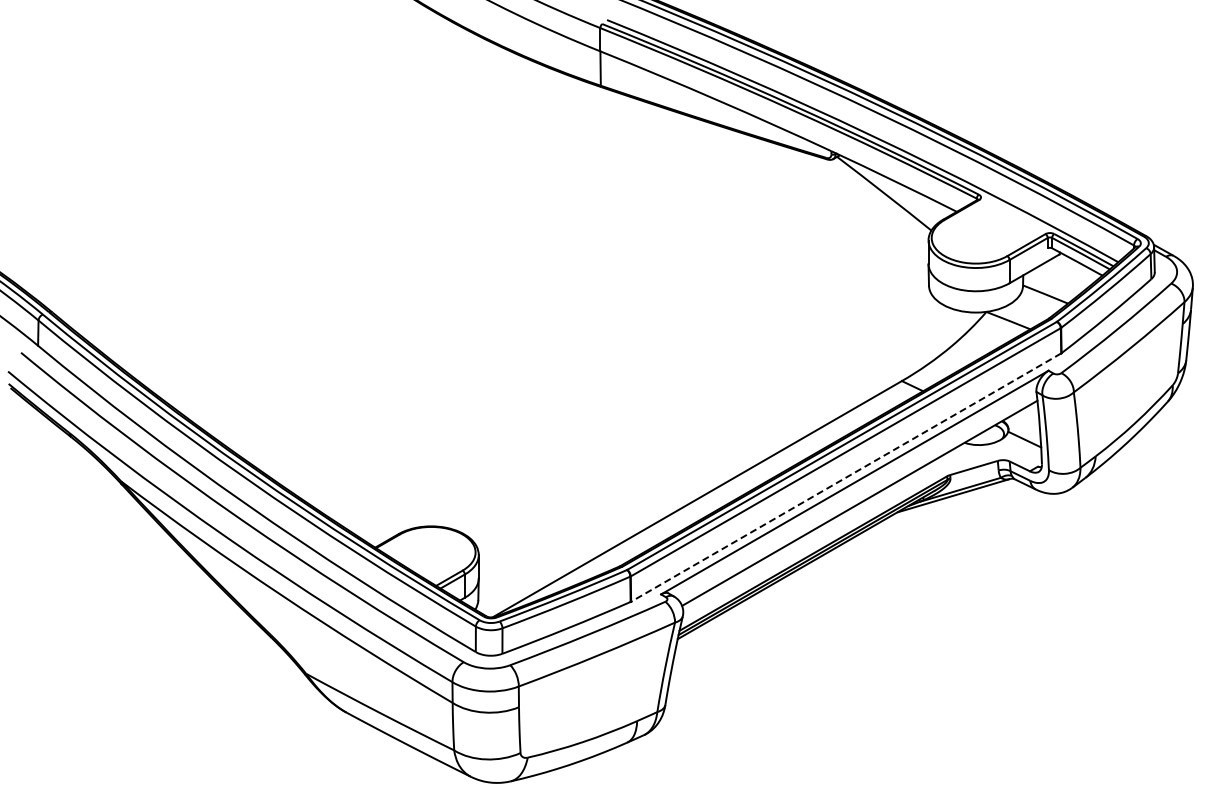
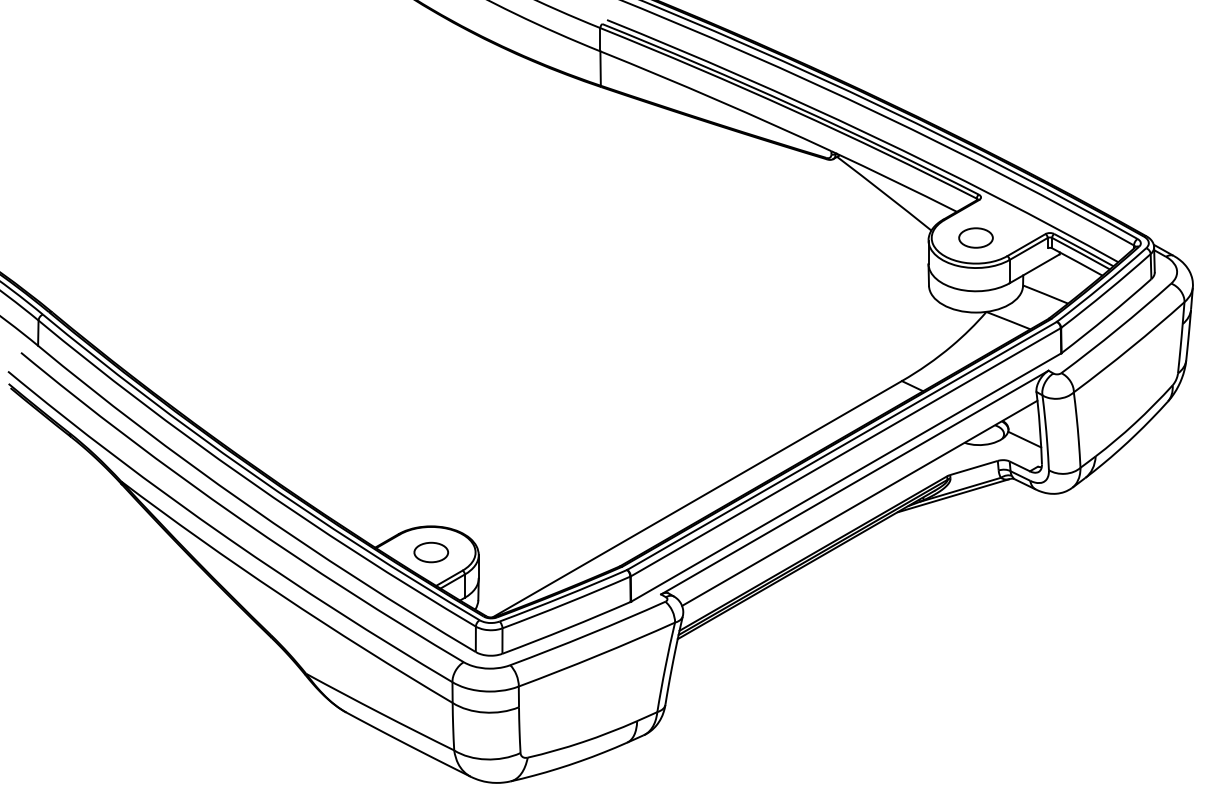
part at (975, 237): none -> present
line at (845, 477): dashed -> solid
part at (431, 552): none -> present
